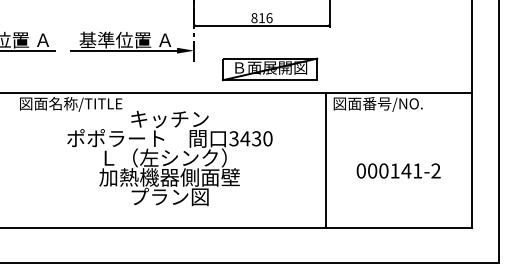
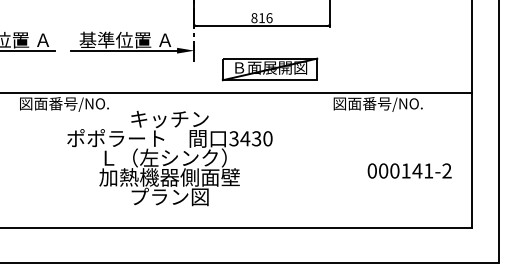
text at (85, 103): 図面名称/TITLE -> 図面番号/NO.
line at (325, 159): present -> none
text at (398, 170) position: (398, 170) -> (409, 170)
